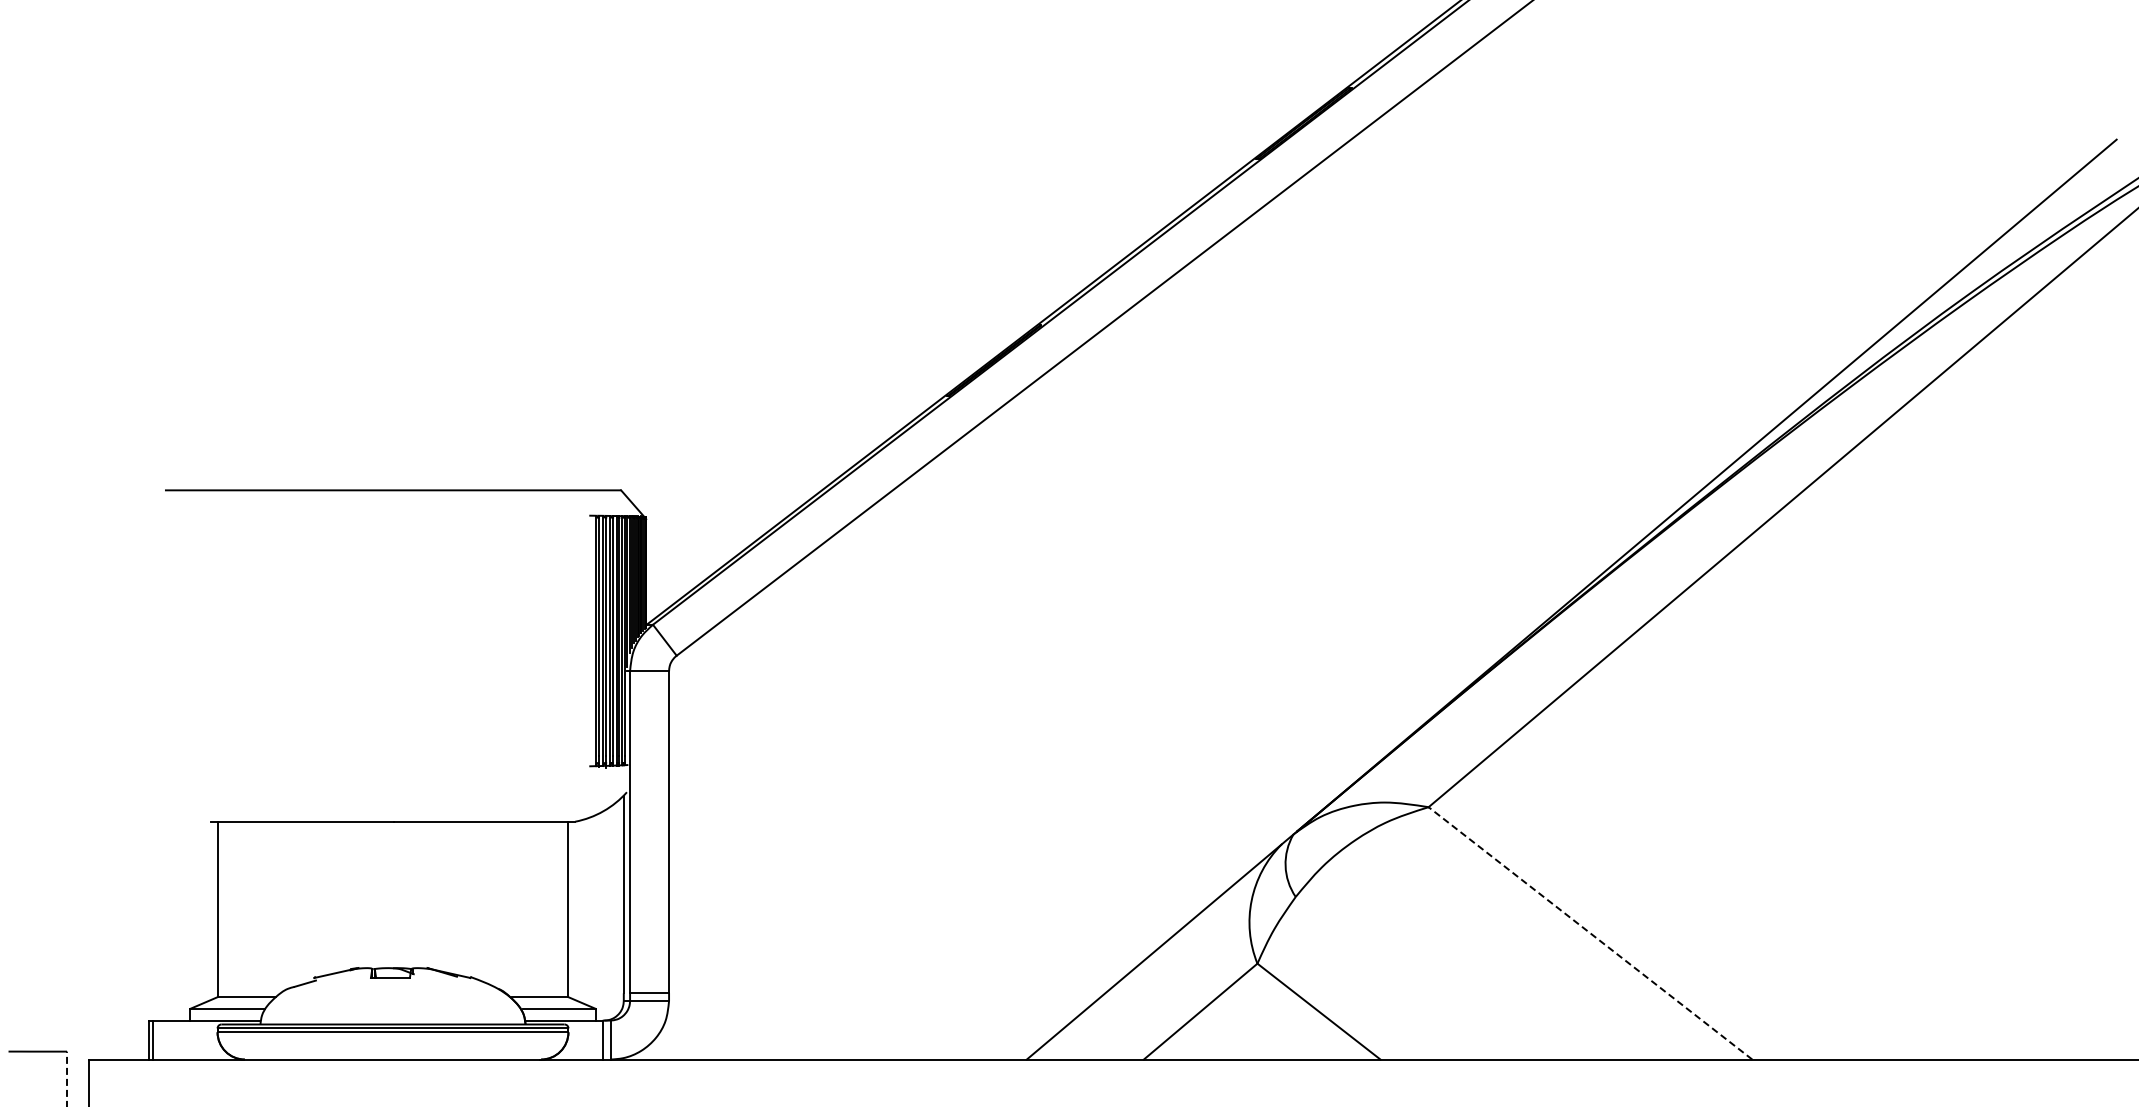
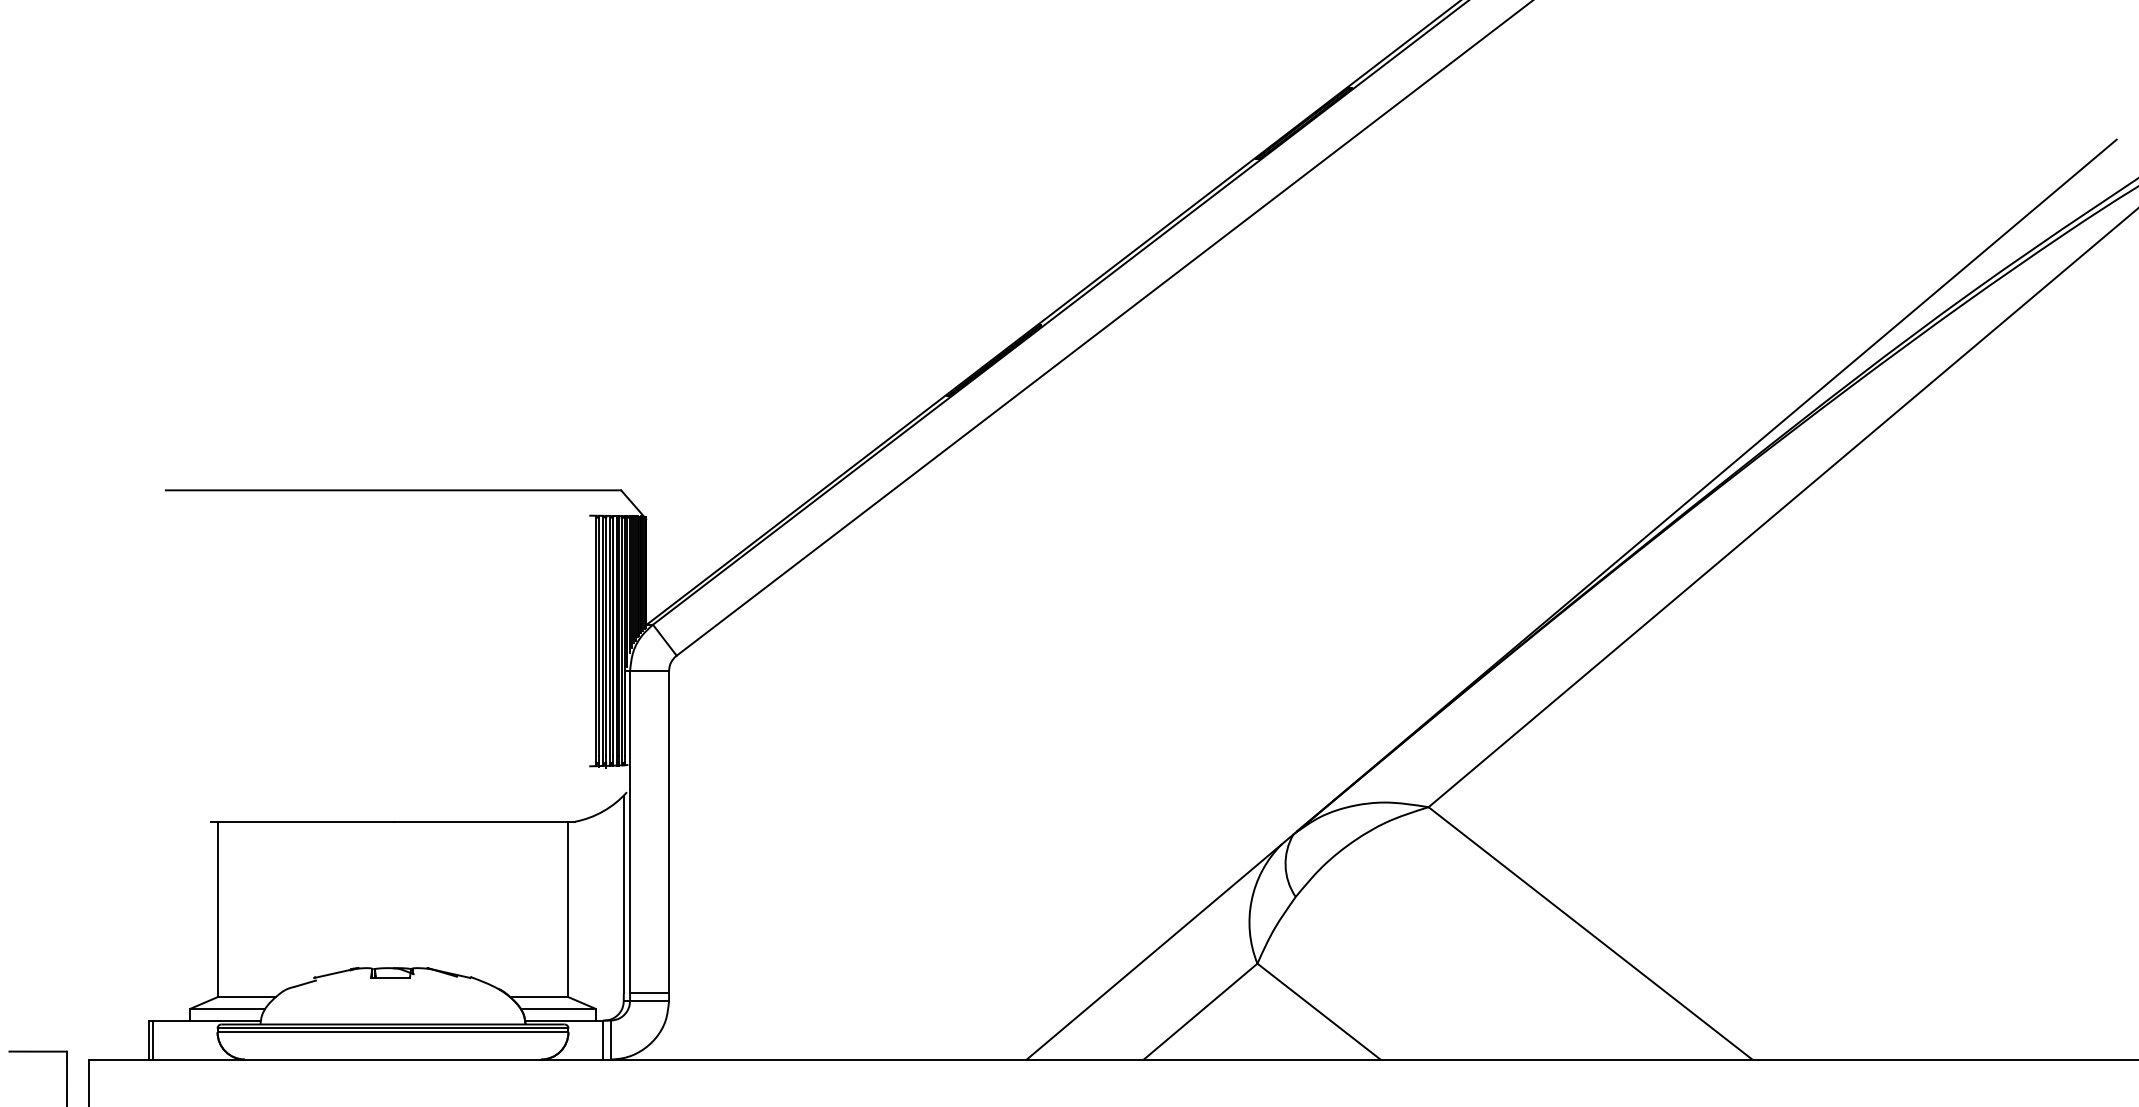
line at (1590, 933): dashed -> solid
line at (67, 1078): dashed -> solid
